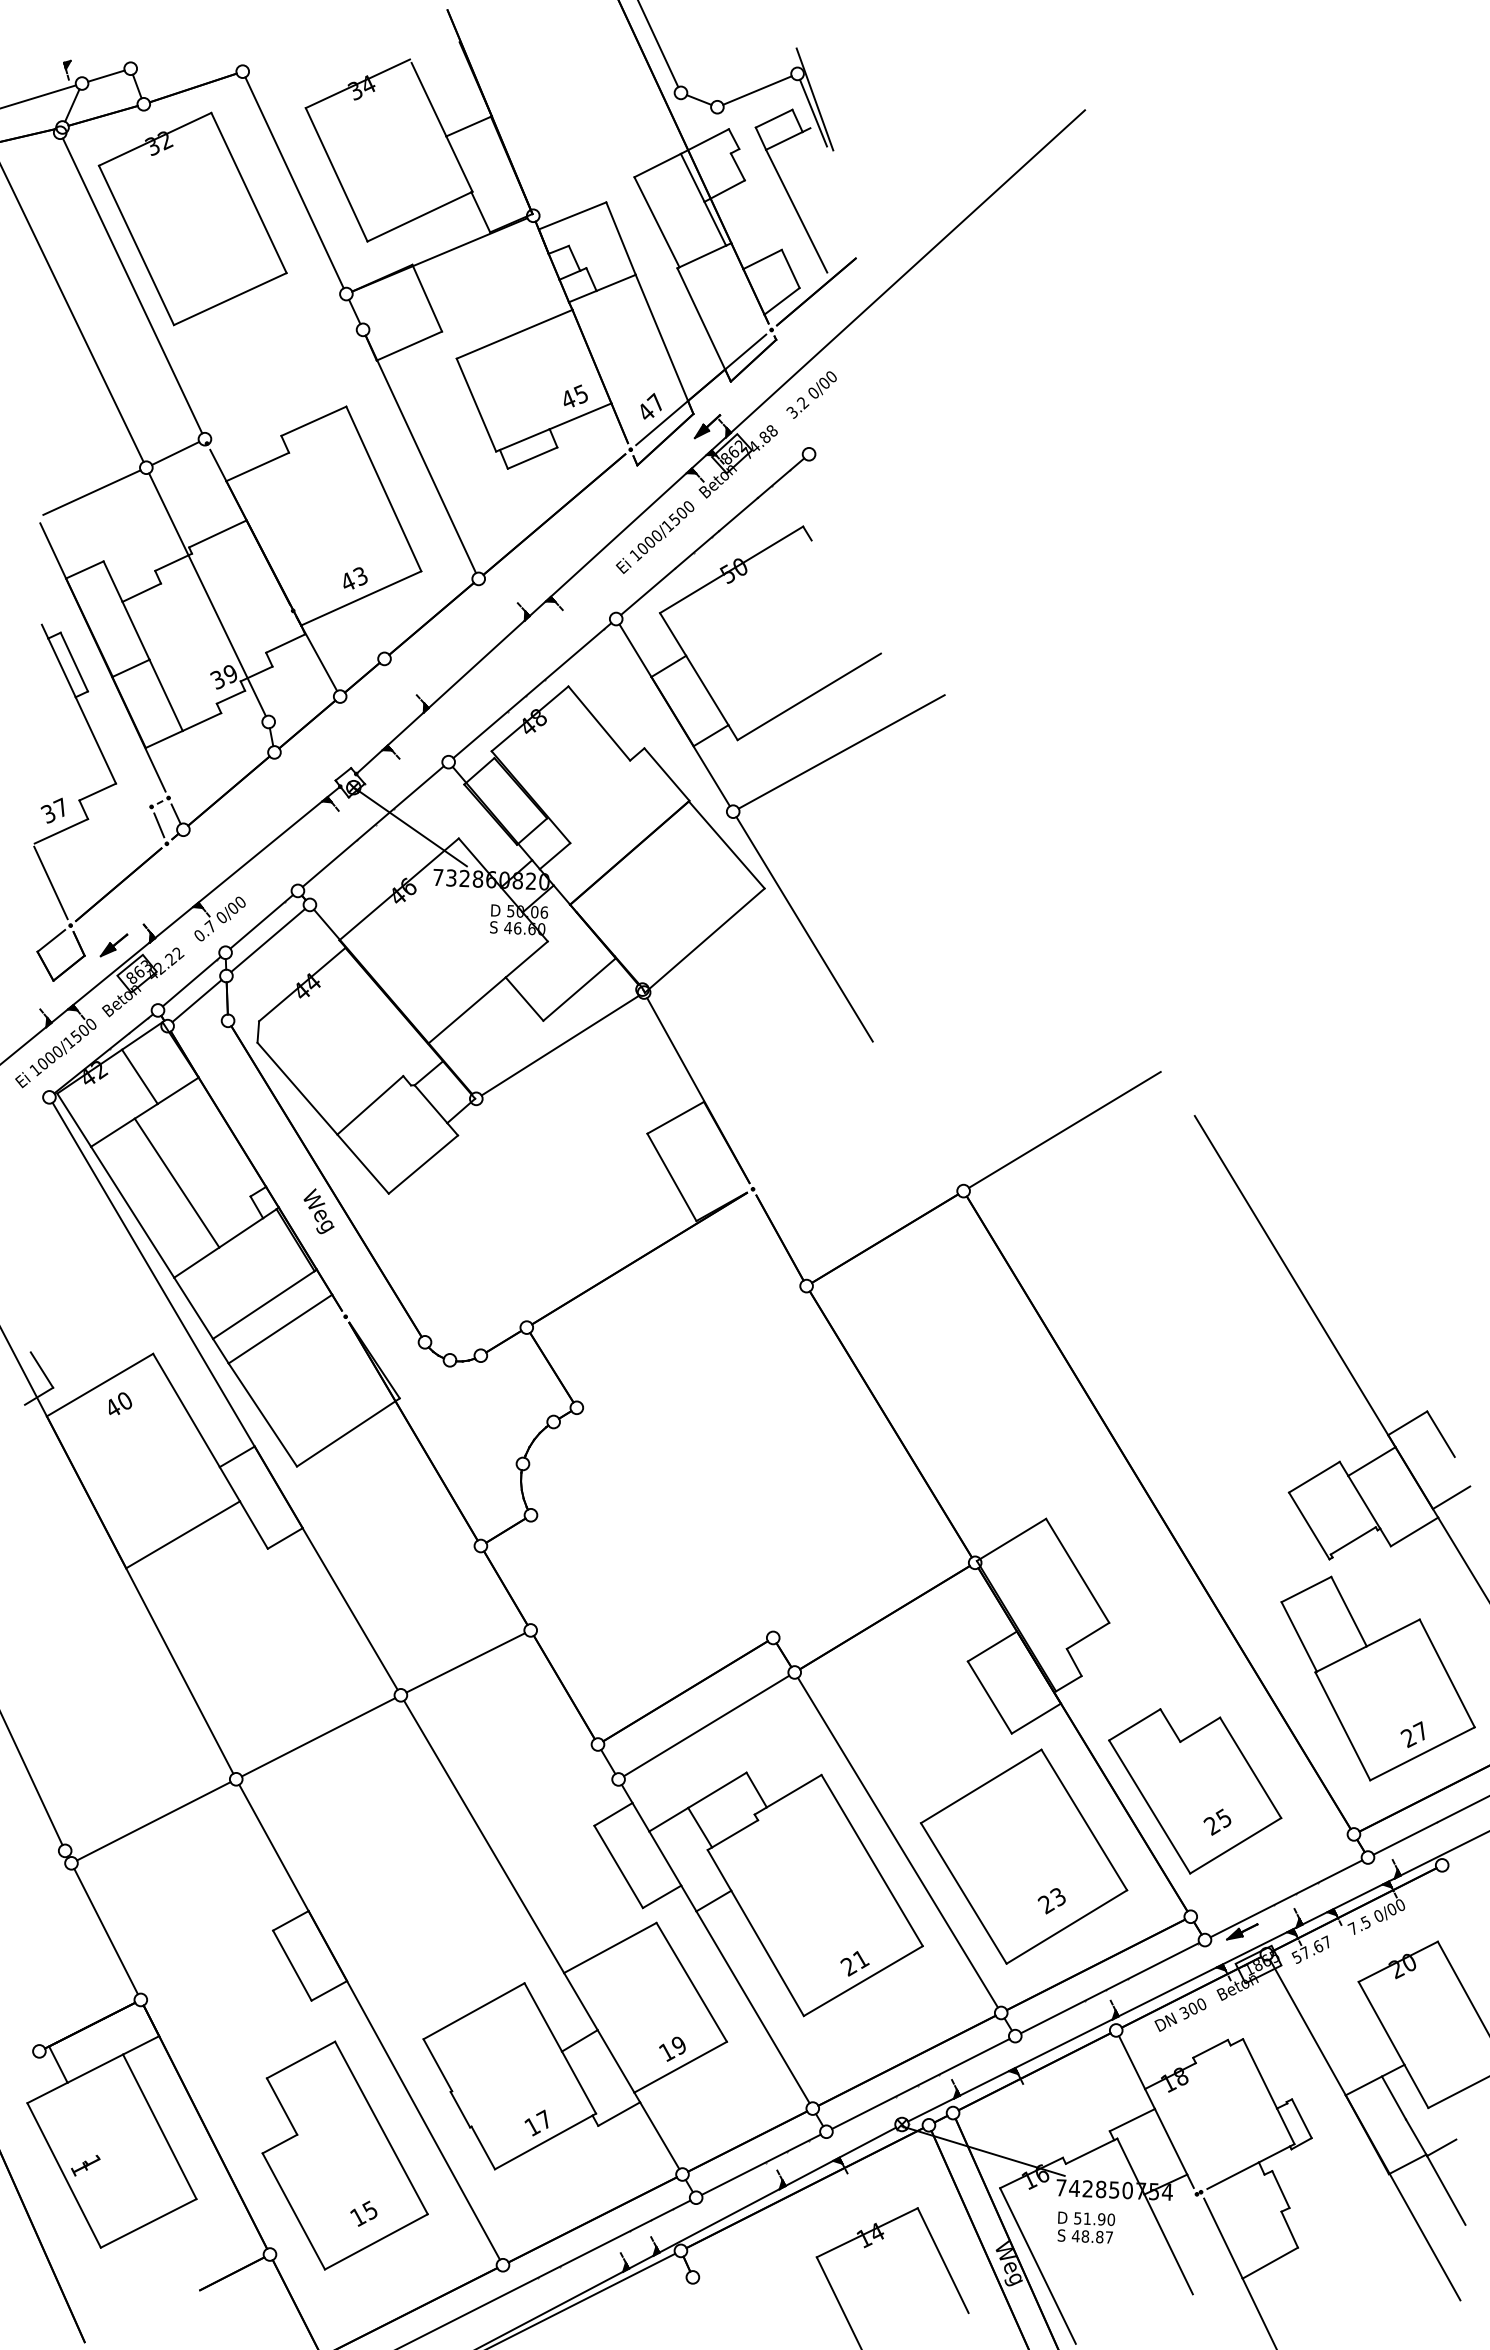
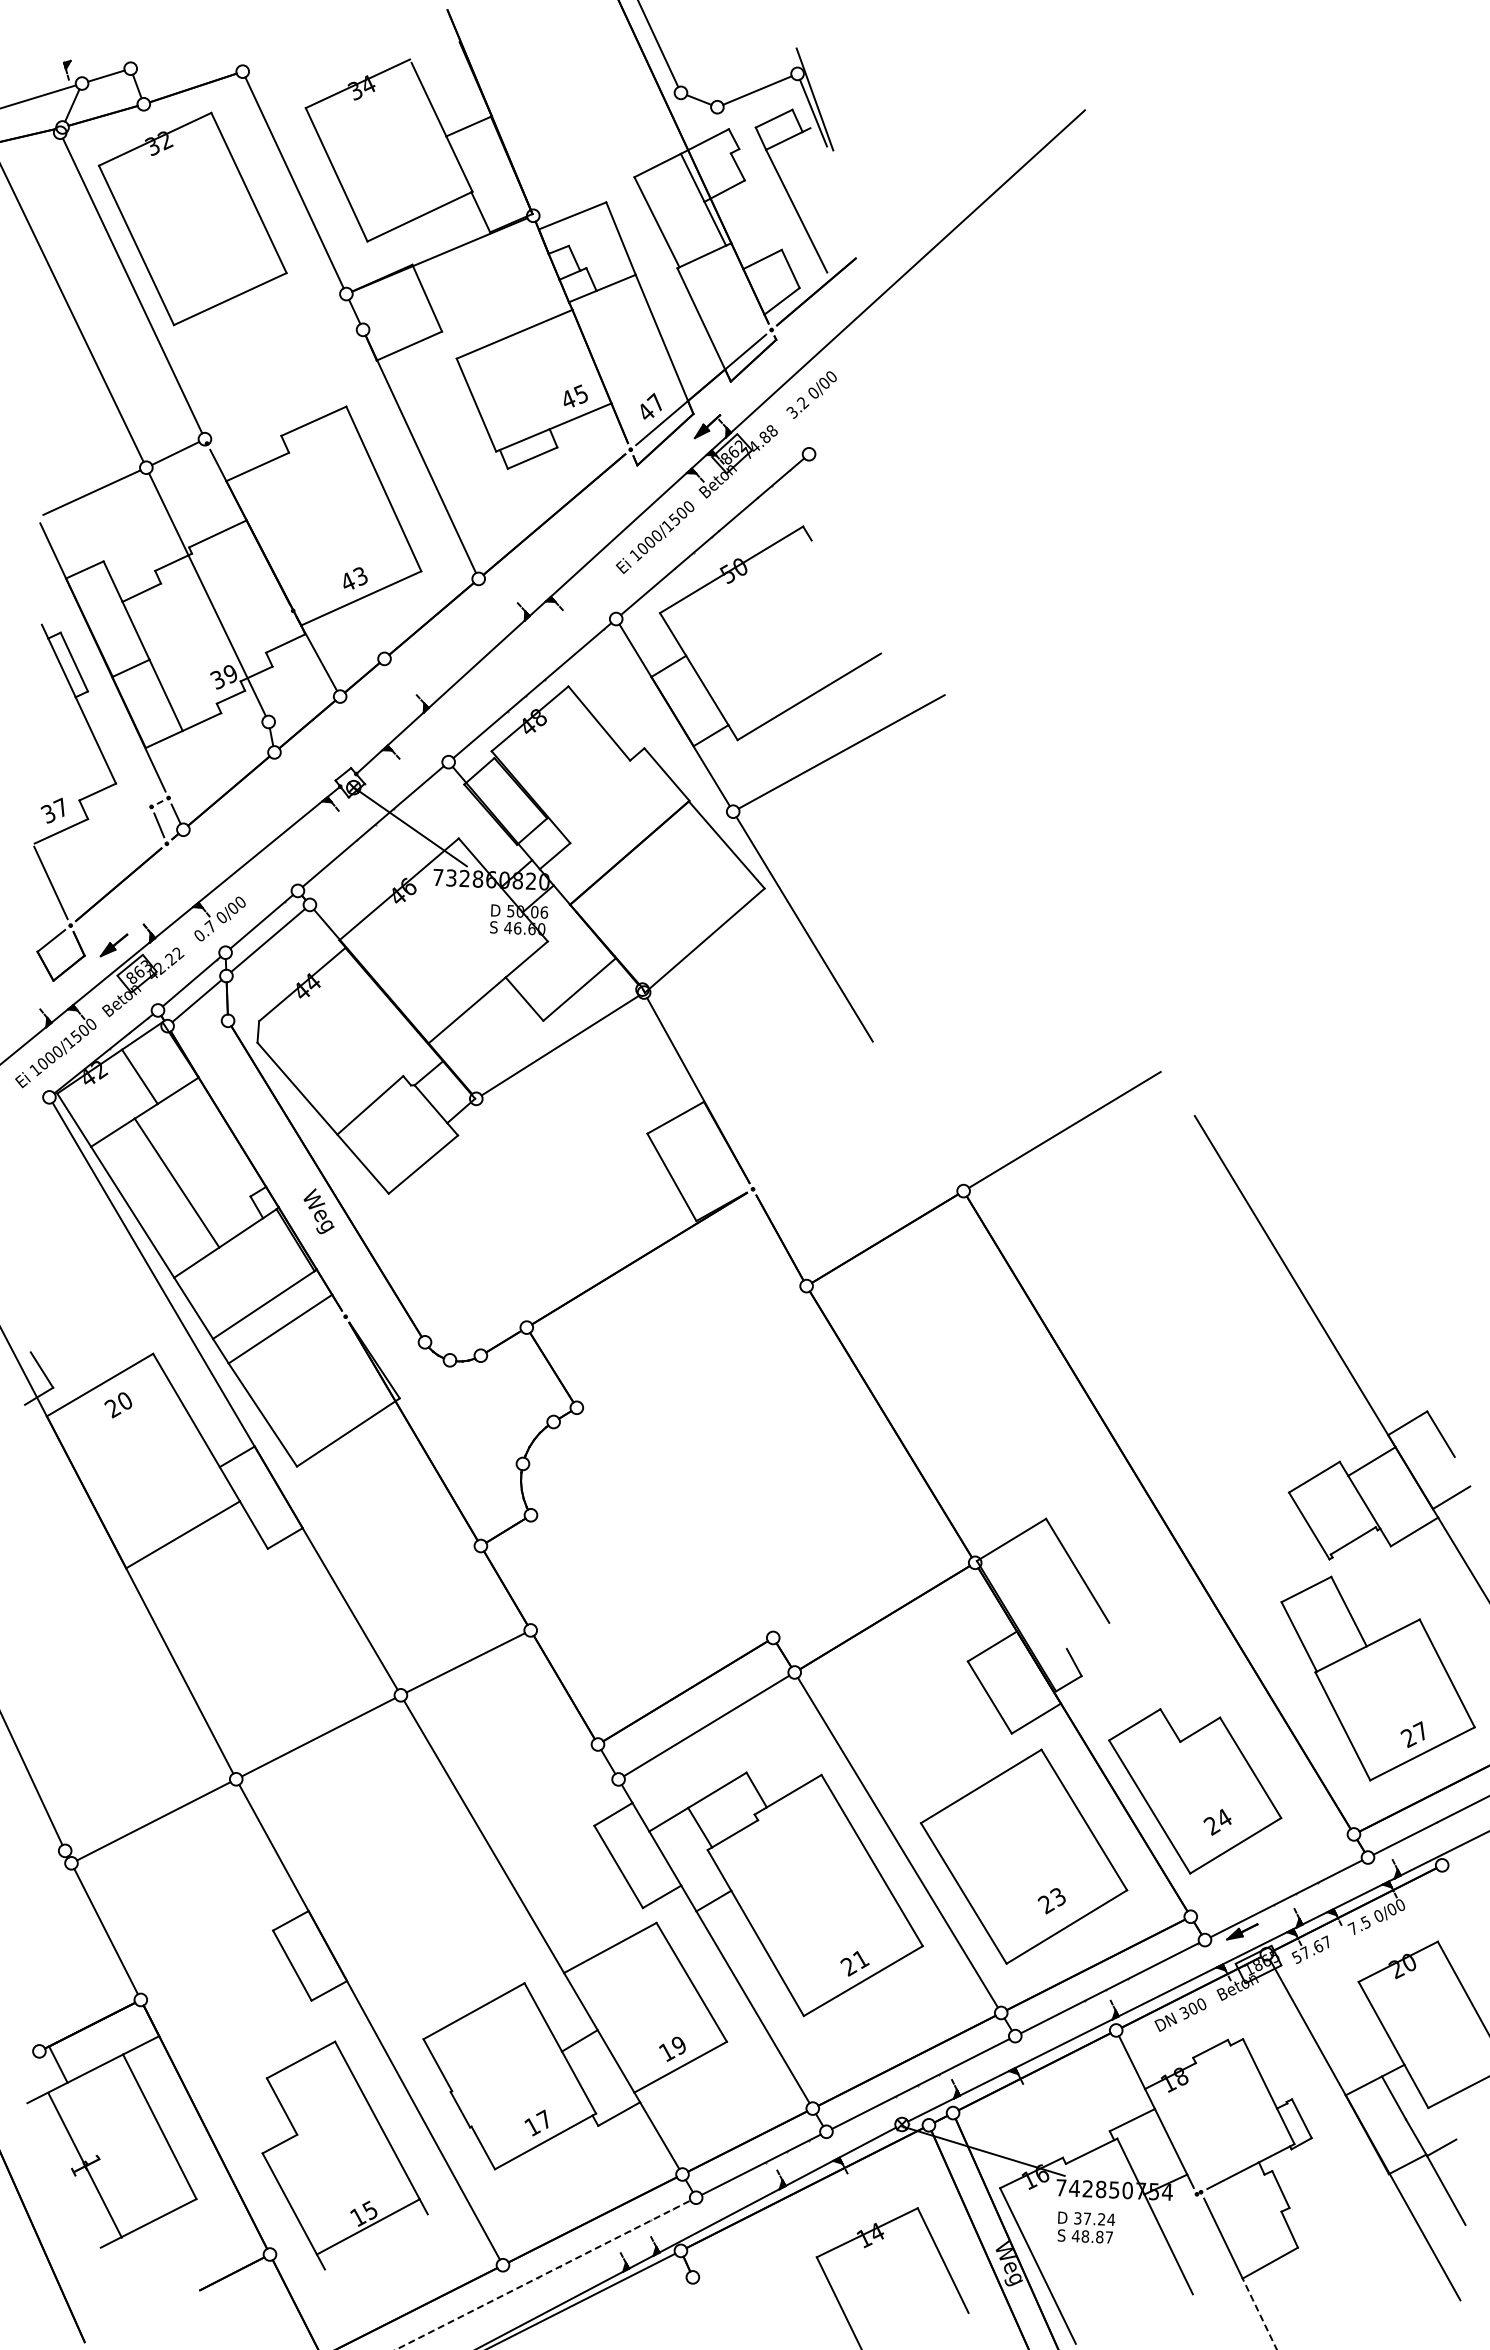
text at (112, 1408): 40 -> 20
line at (1087, 1635): present -> none
text at (1223, 1818): 25 -> 24
line at (63, 2175) position: (63, 2175) -> (84, 2165)
text at (1094, 2218): 51.90 -> 37.24
line at (375, 2241) position: (375, 2241) -> (367, 2226)
line at (543, 2274): solid -> dashed
line at (1259, 2313): solid -> dashed
